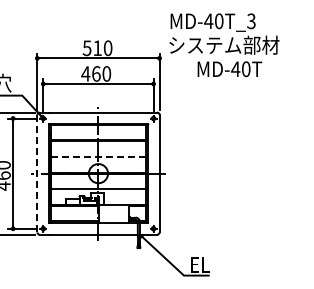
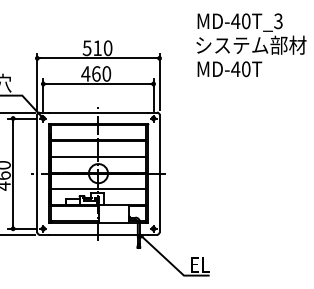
text at (224, 33) position: (224, 33) -> (251, 33)
line at (99, 156): dashed -> solid
line at (37, 173): dashed -> solid
